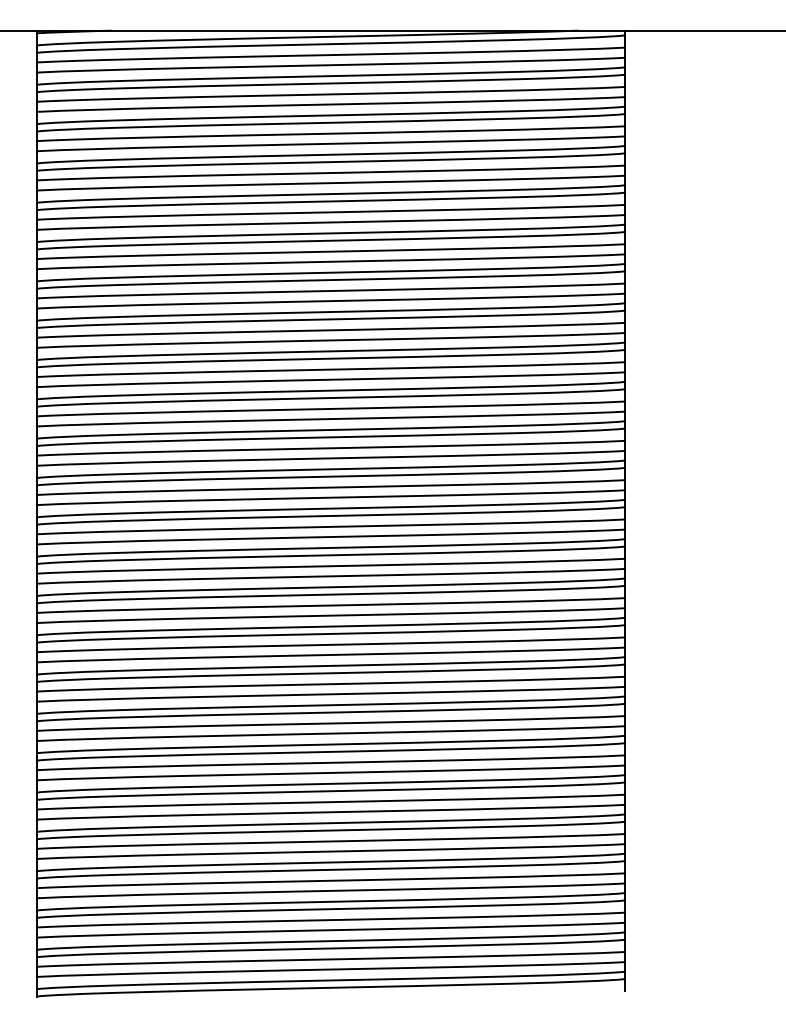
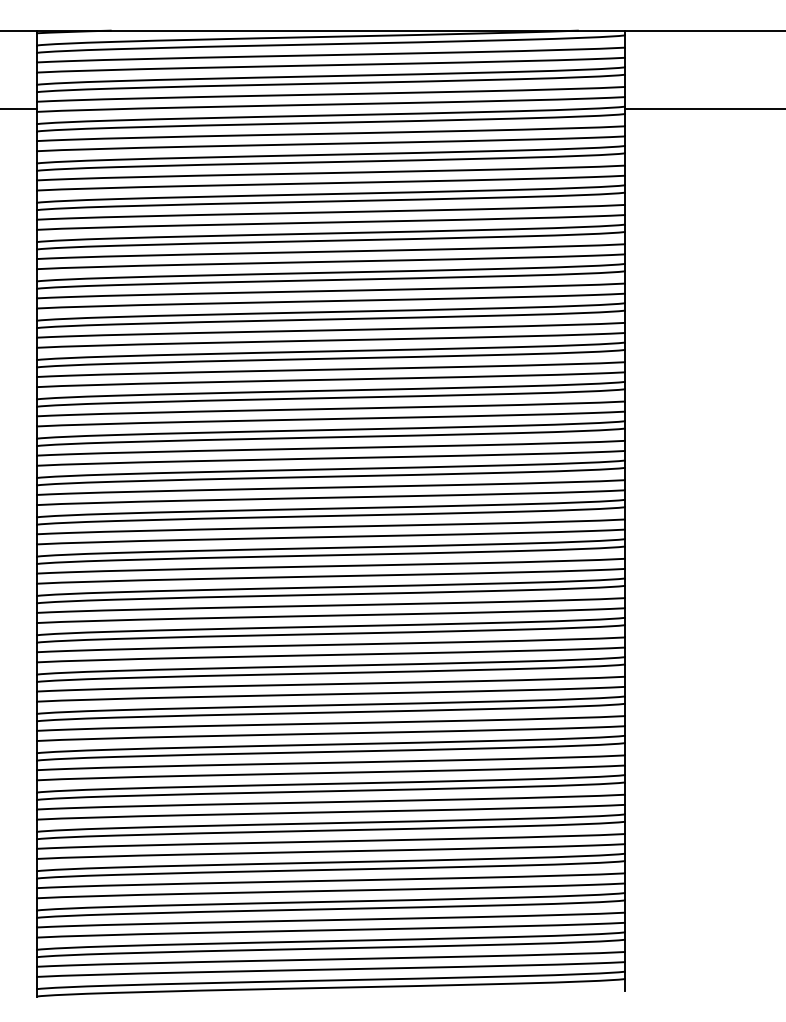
line at (19, 109): none -> present
line at (703, 109): none -> present
